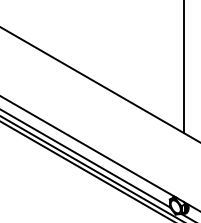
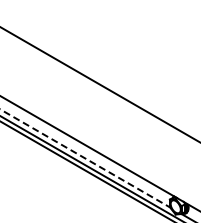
line at (183, 67): present -> none
line at (85, 158): solid -> dashed
